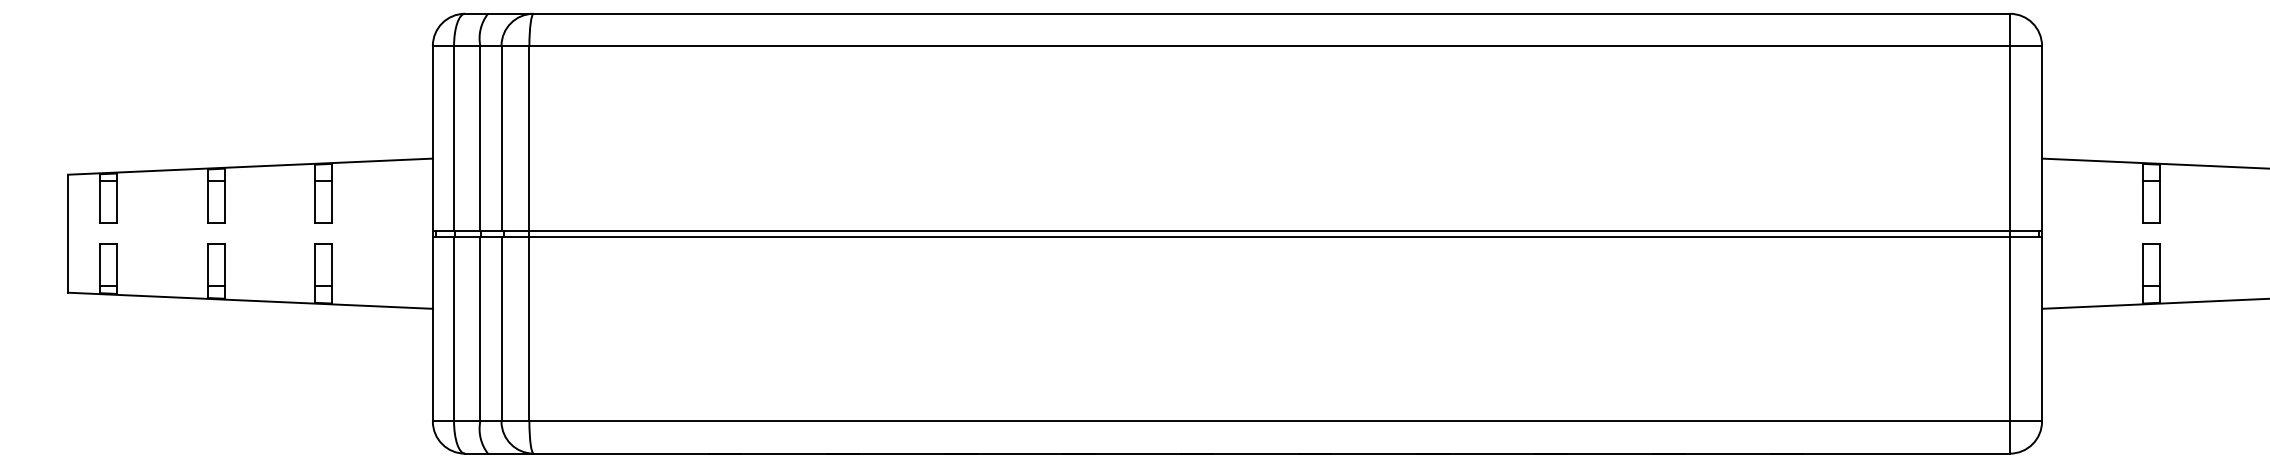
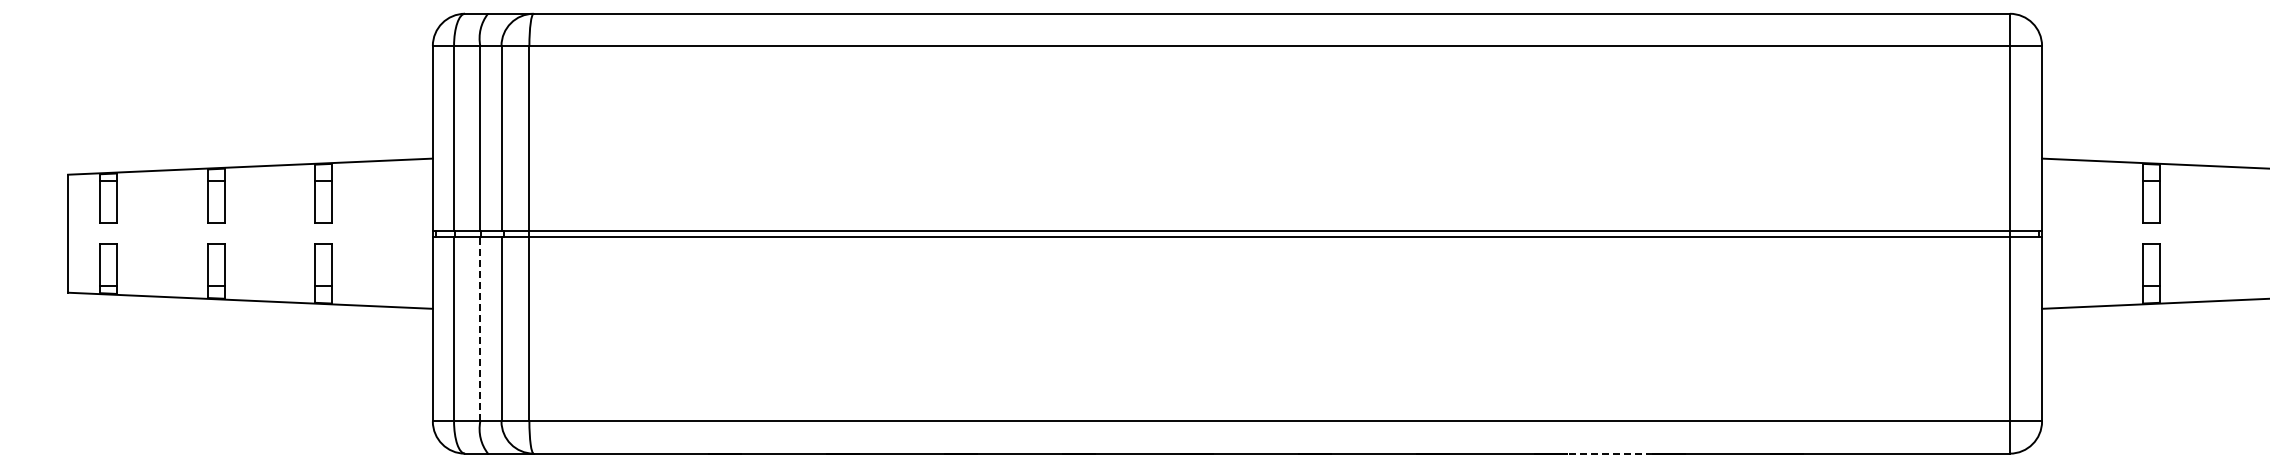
line at (480, 328): solid -> dashed
line at (1609, 453): solid -> dashed
